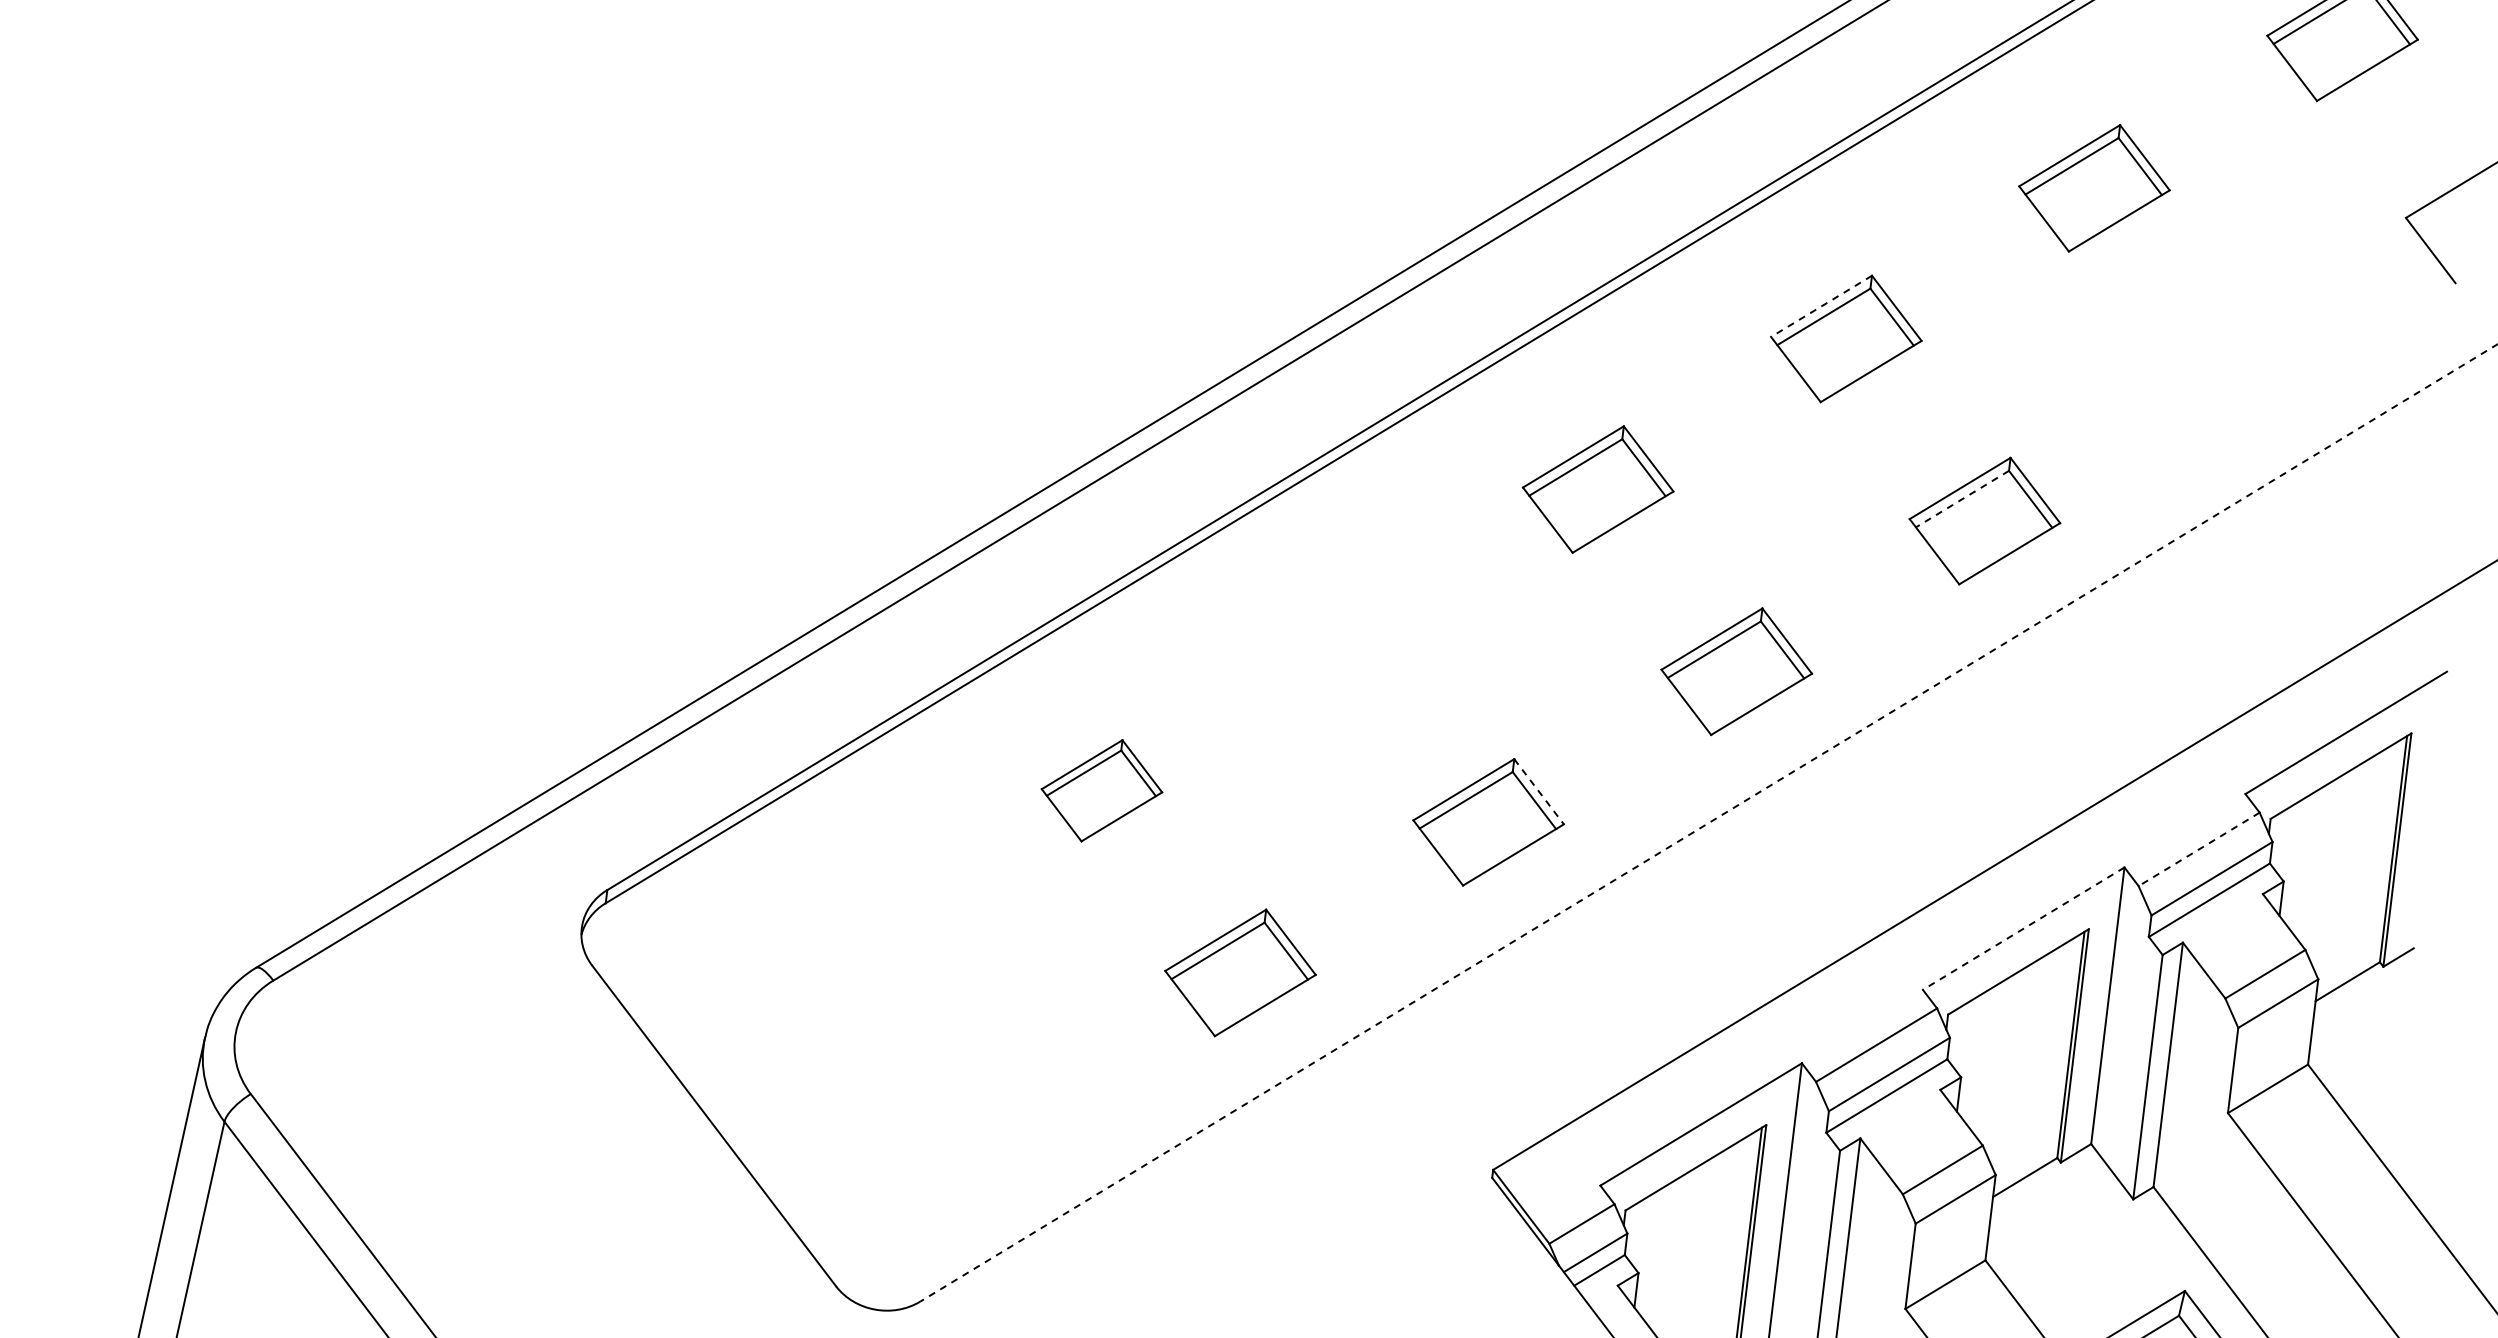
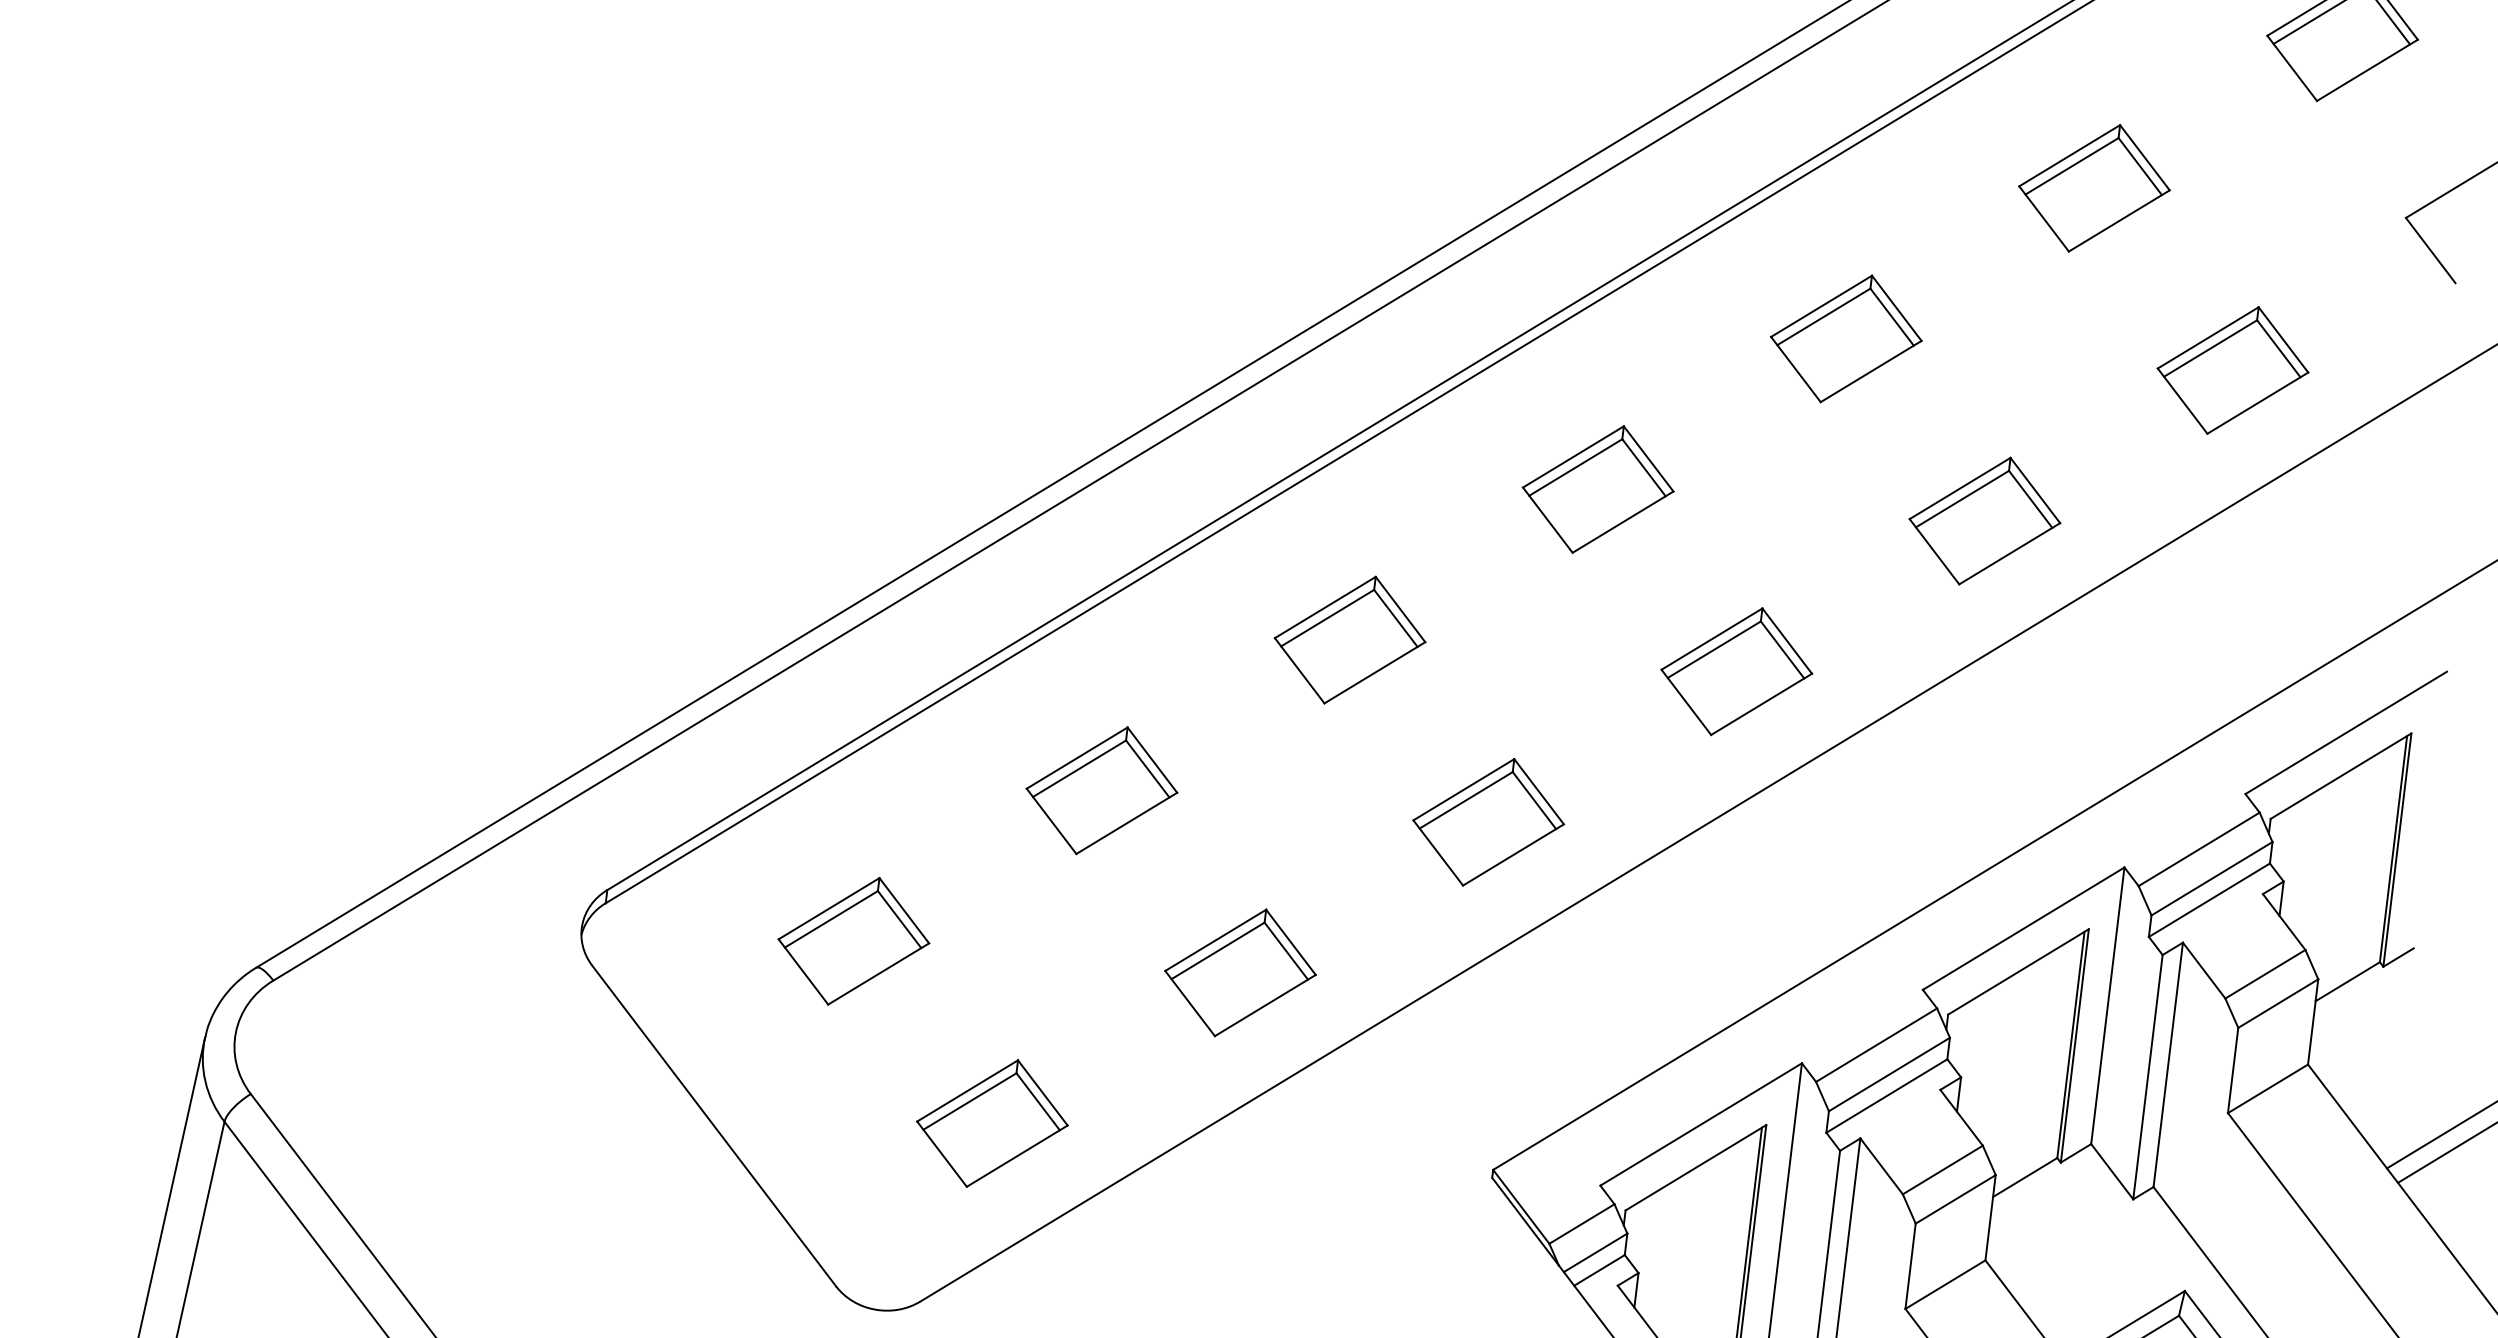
line at (1821, 306): dashed -> solid
part at (2232, 370): none -> present
line at (1962, 499): dashed -> solid
part at (1349, 639): none -> present
part at (1101, 790) size: 124x104 px -> 154x130 px
line at (1539, 791): dashed -> solid
line at (1708, 823): dashed -> solid
line at (2199, 849): dashed -> solid
line at (2023, 928): dashed -> solid
part at (853, 941): none -> present
part at (992, 1123): none -> present
line at (2440, 1135): none -> present
line at (2445, 1153): none -> present
